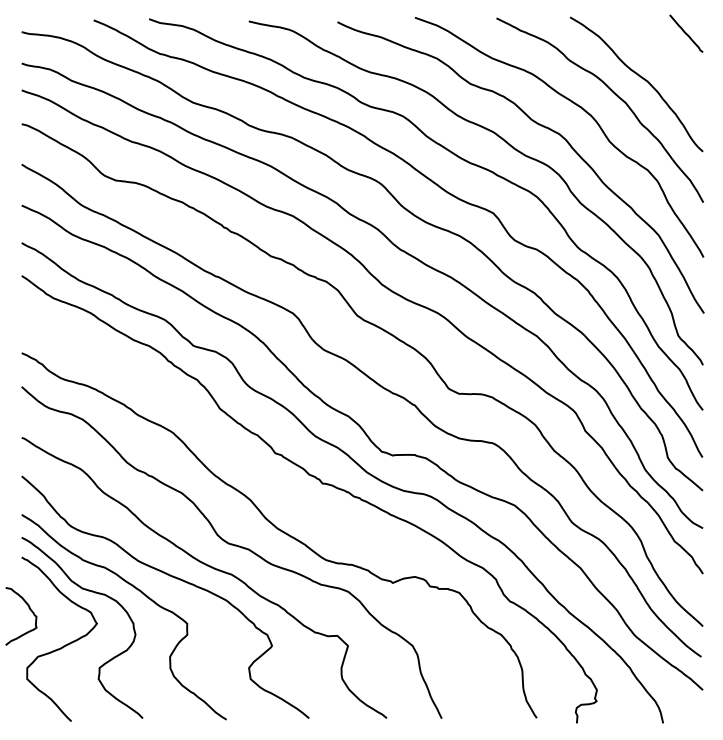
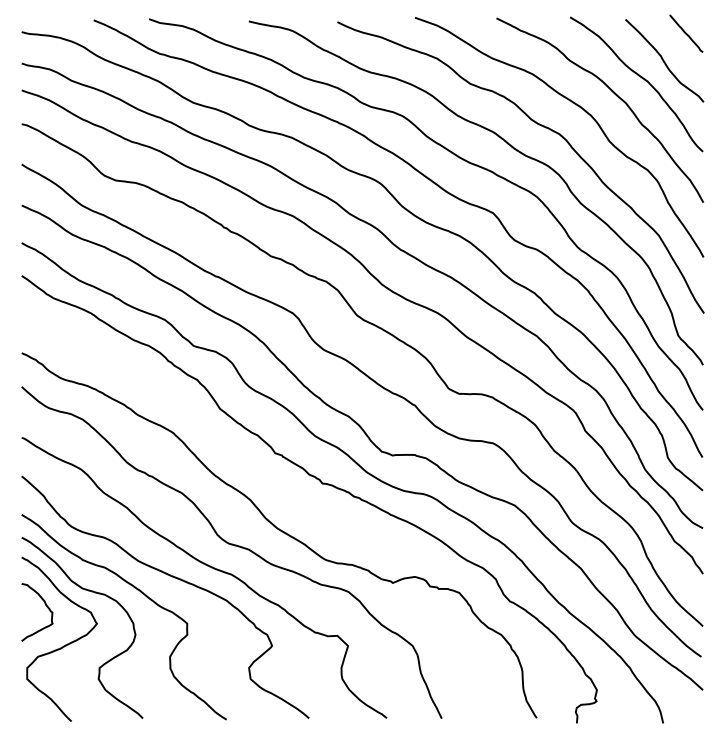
curve at (664, 60): none -> present
curve at (29, 609) position: (29, 609) -> (45, 605)
